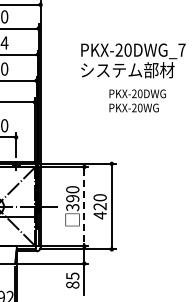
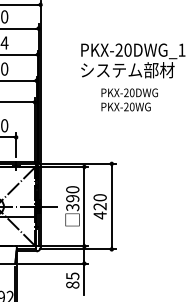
text at (181, 49): PKX-20DWG_7 -> PKX-20DWG_1
text at (137, 100) position: (137, 100) -> (129, 99)
line at (84, 207): dashed -> solid
